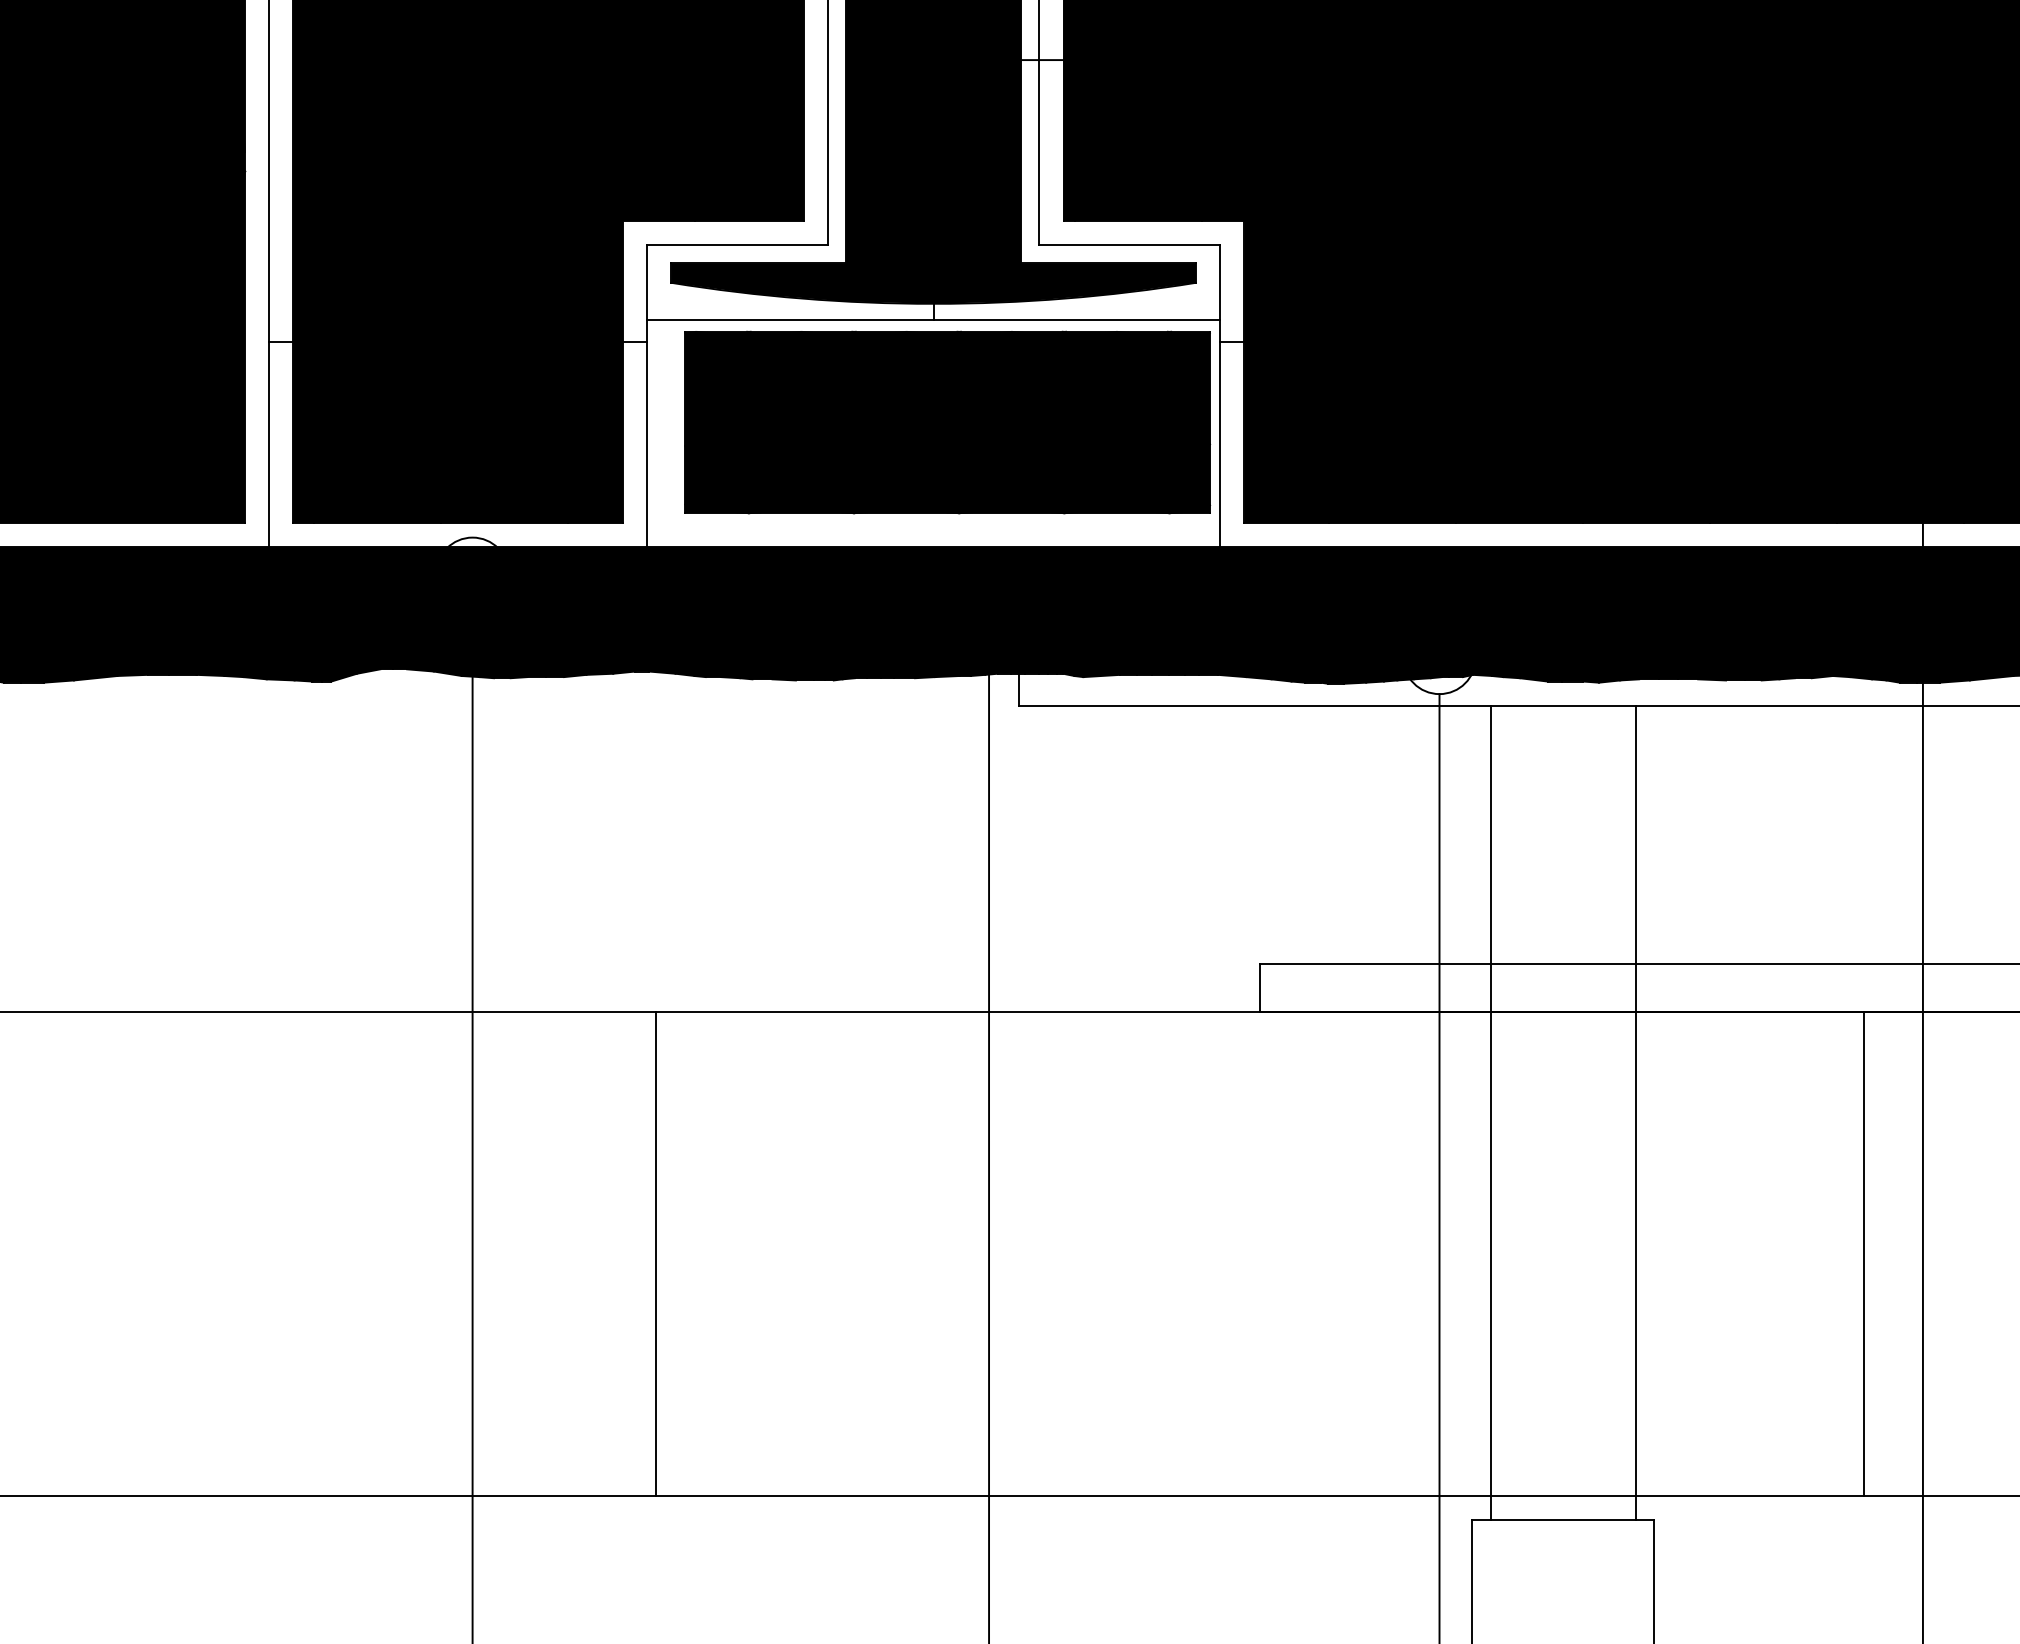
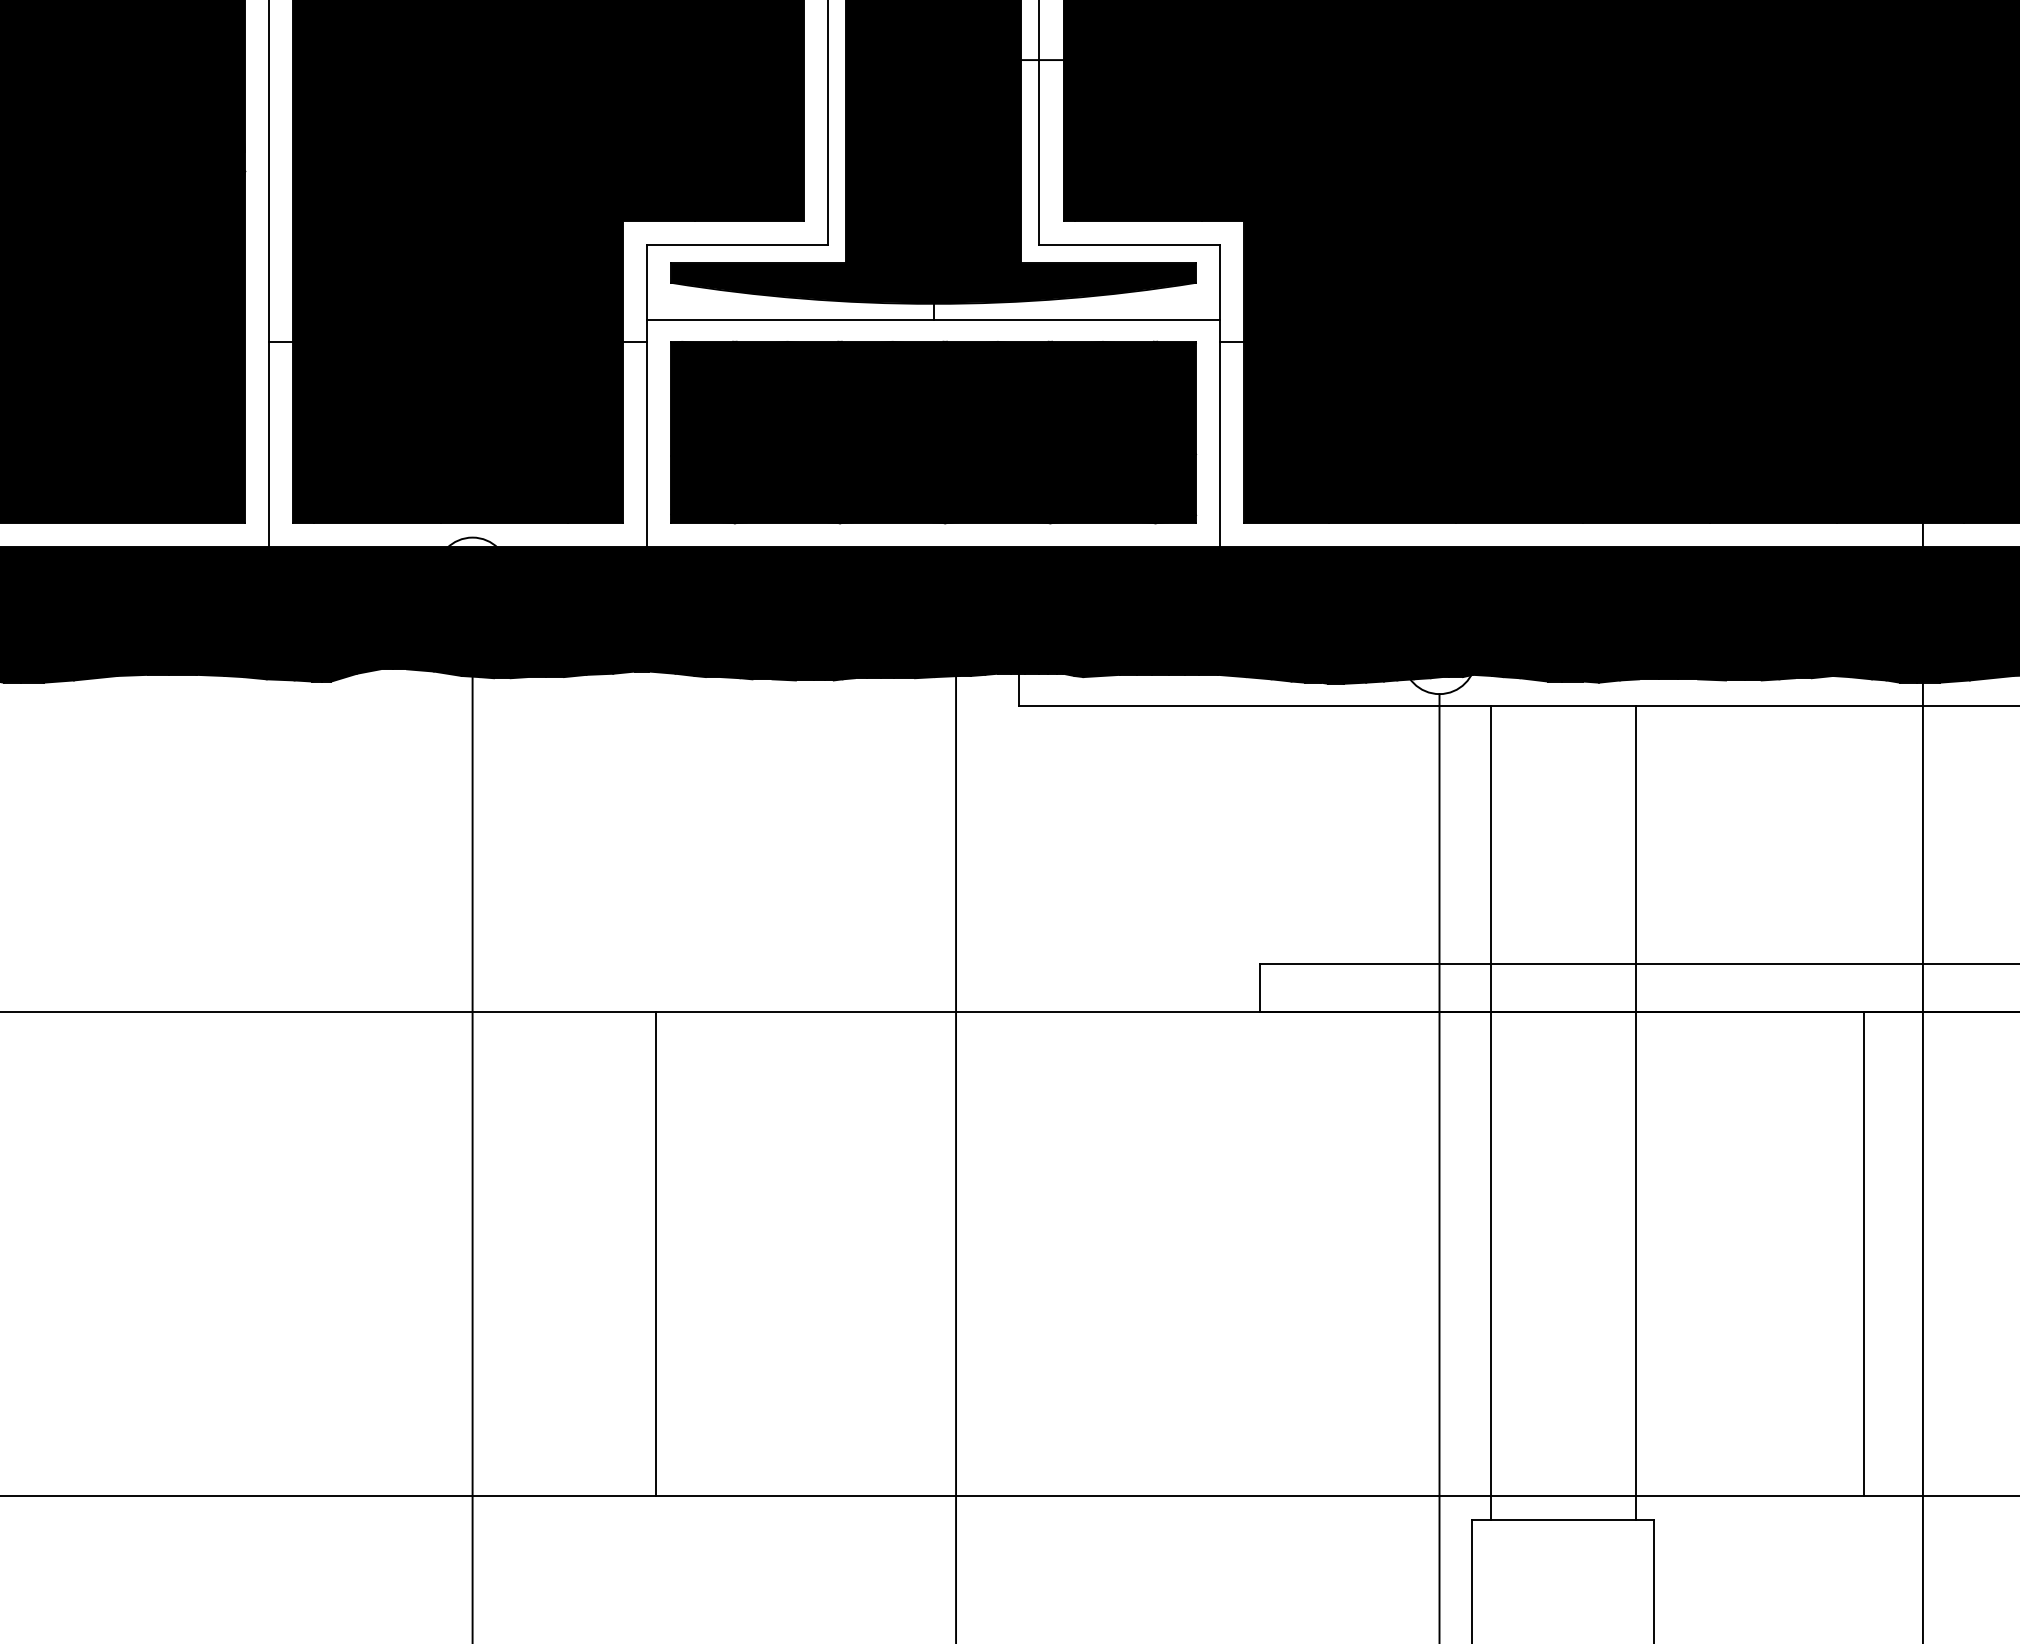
part at (947, 422) position: (947, 422) -> (933, 432)
line at (989, 1140) position: (989, 1140) -> (956, 1140)
